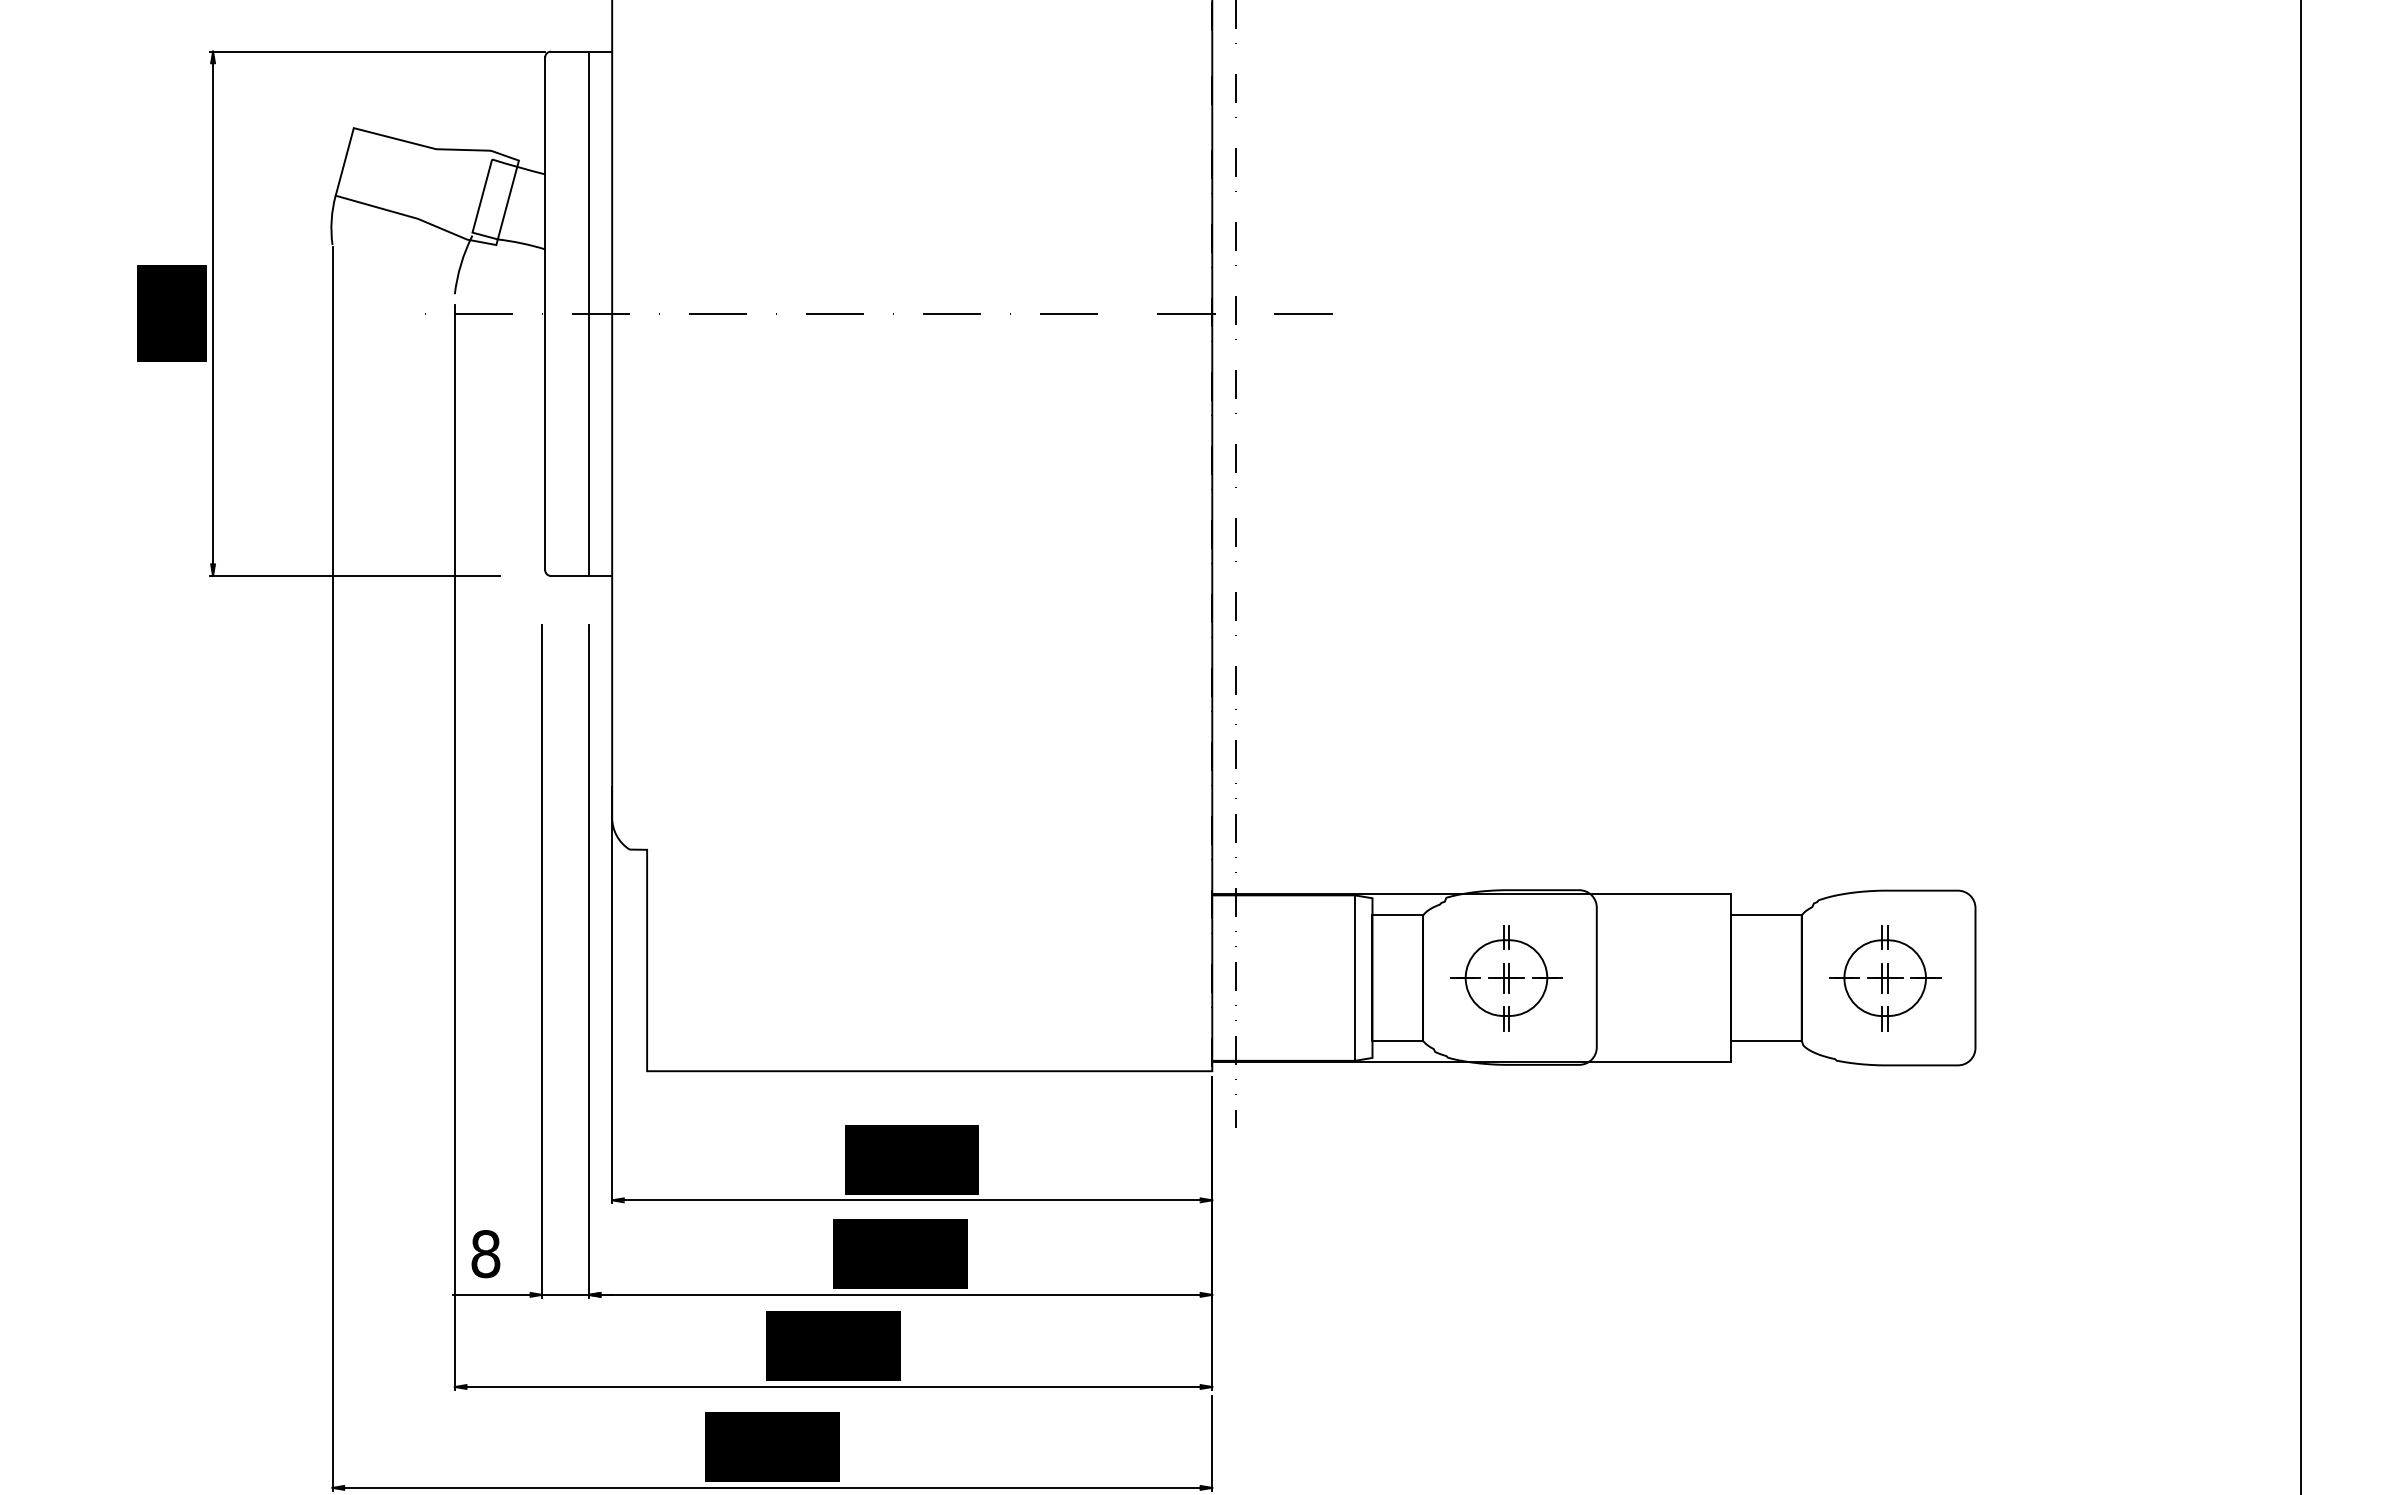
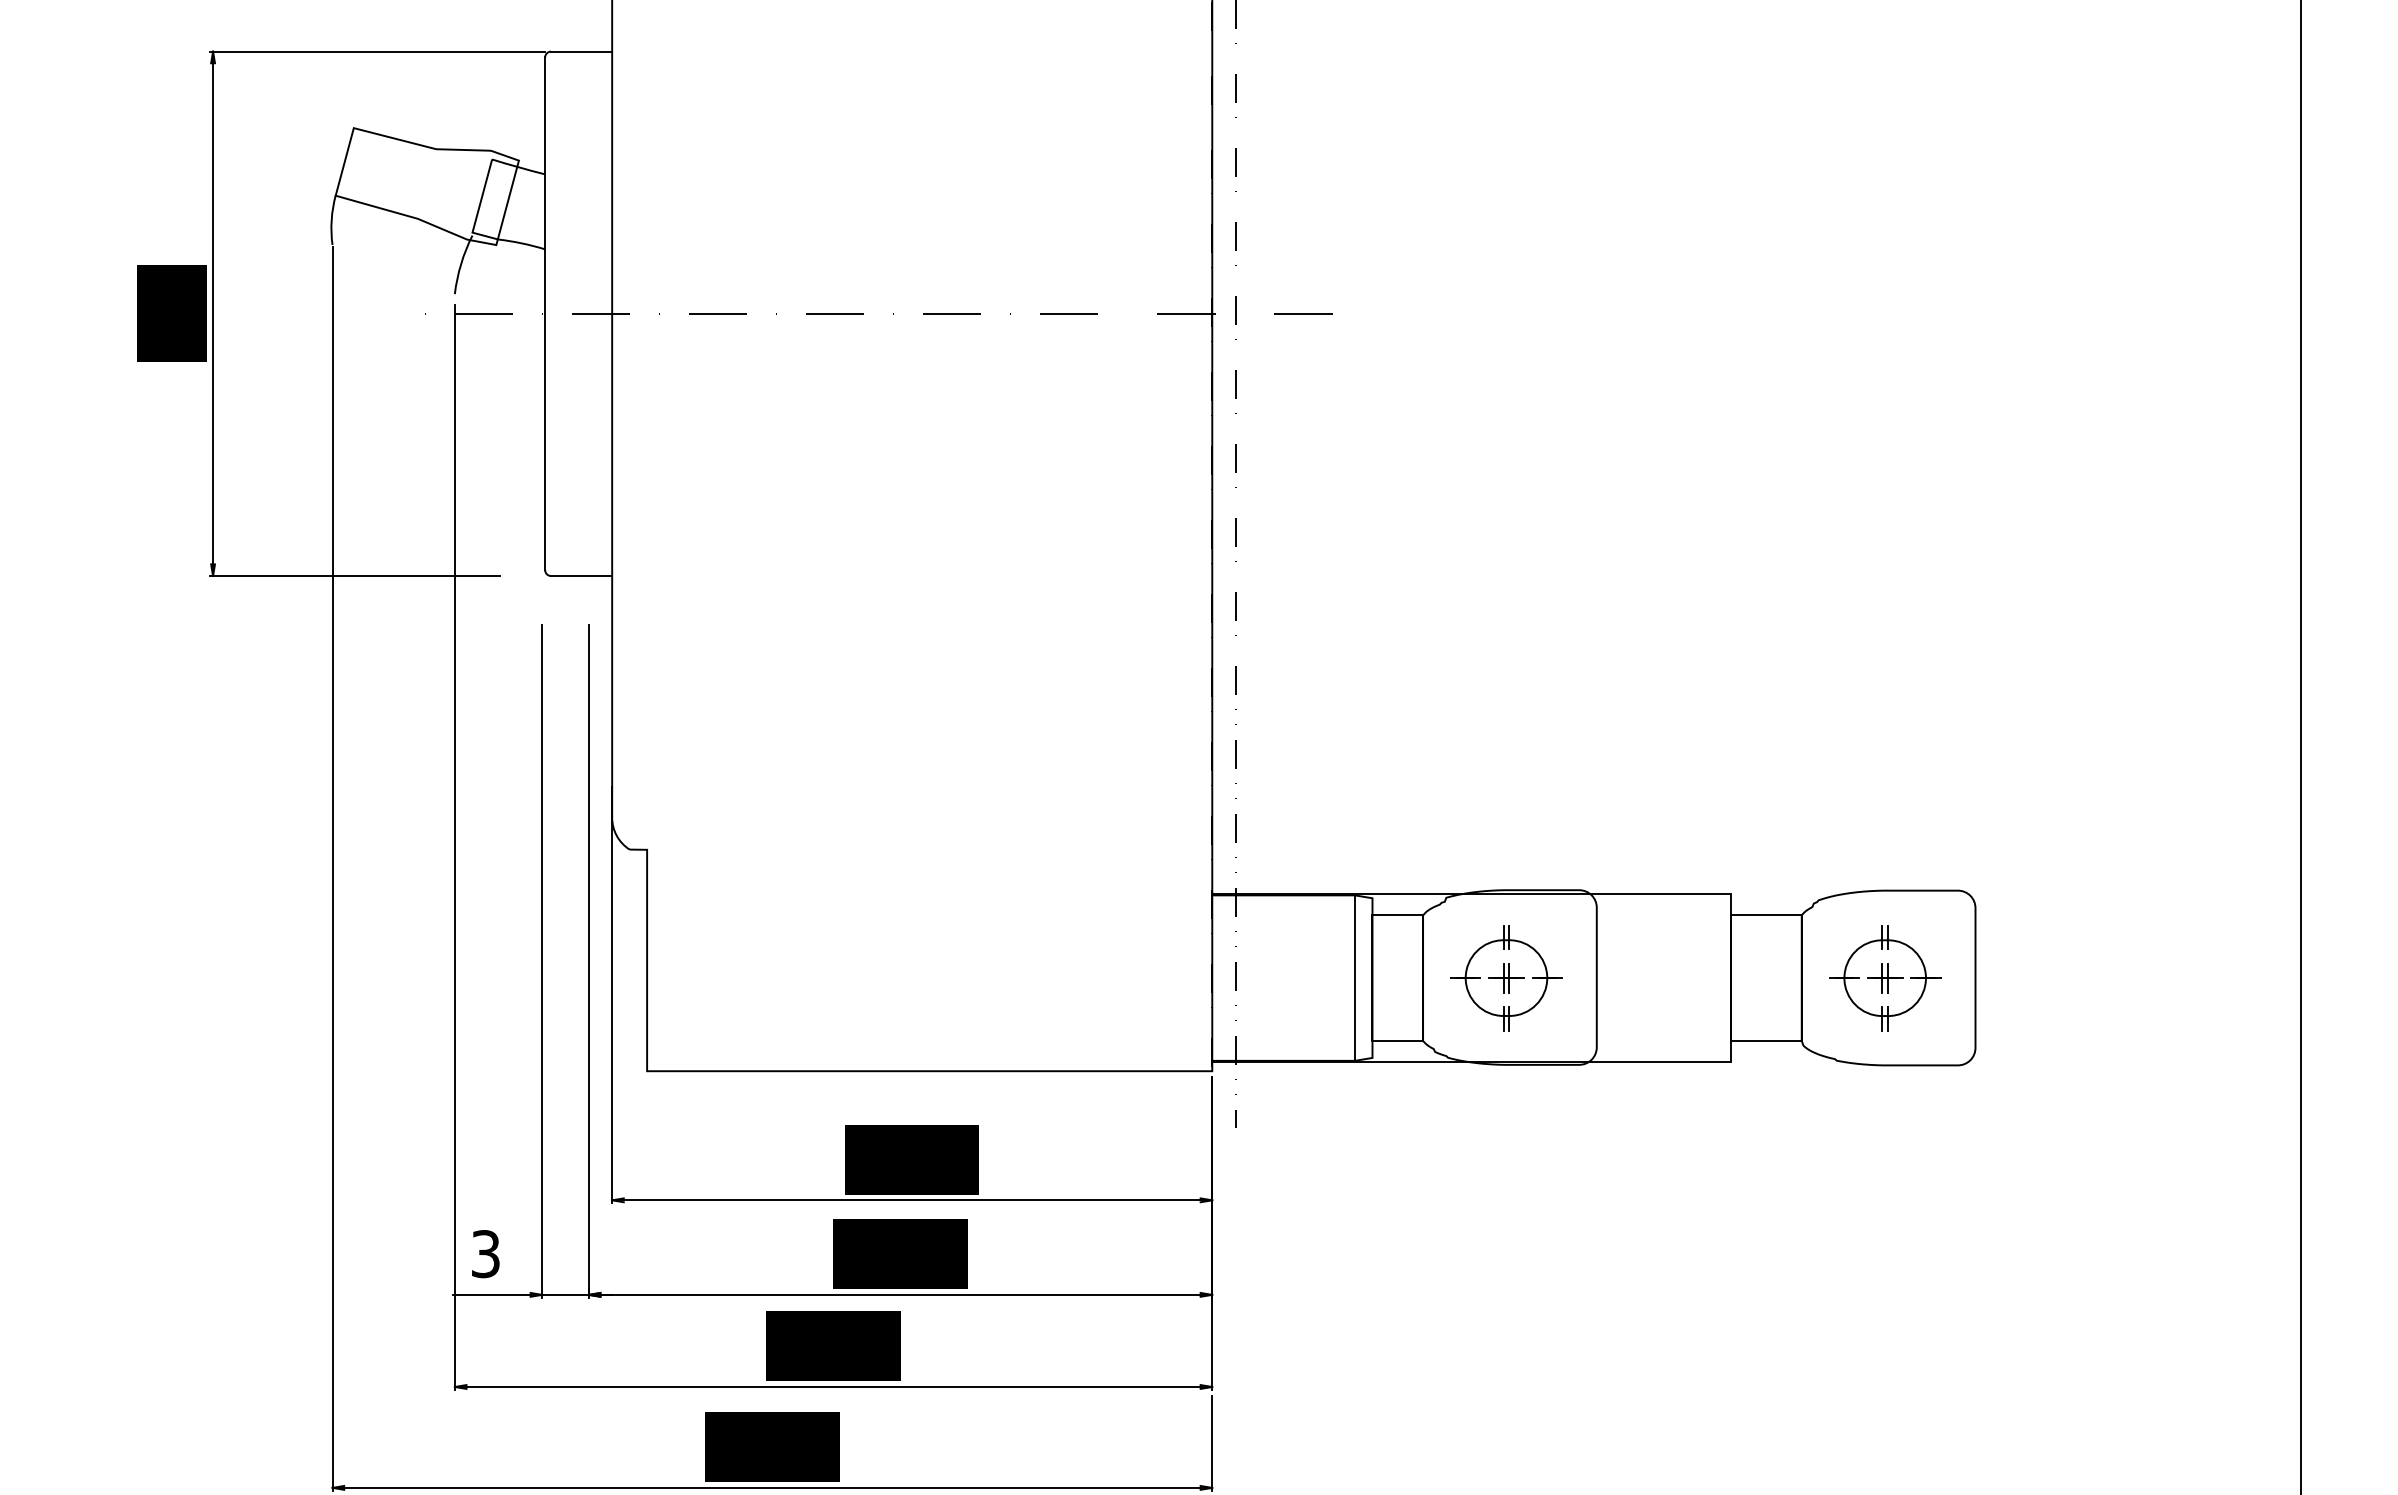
line at (588, 313): present -> none
text at (485, 1254): 8 -> 3
